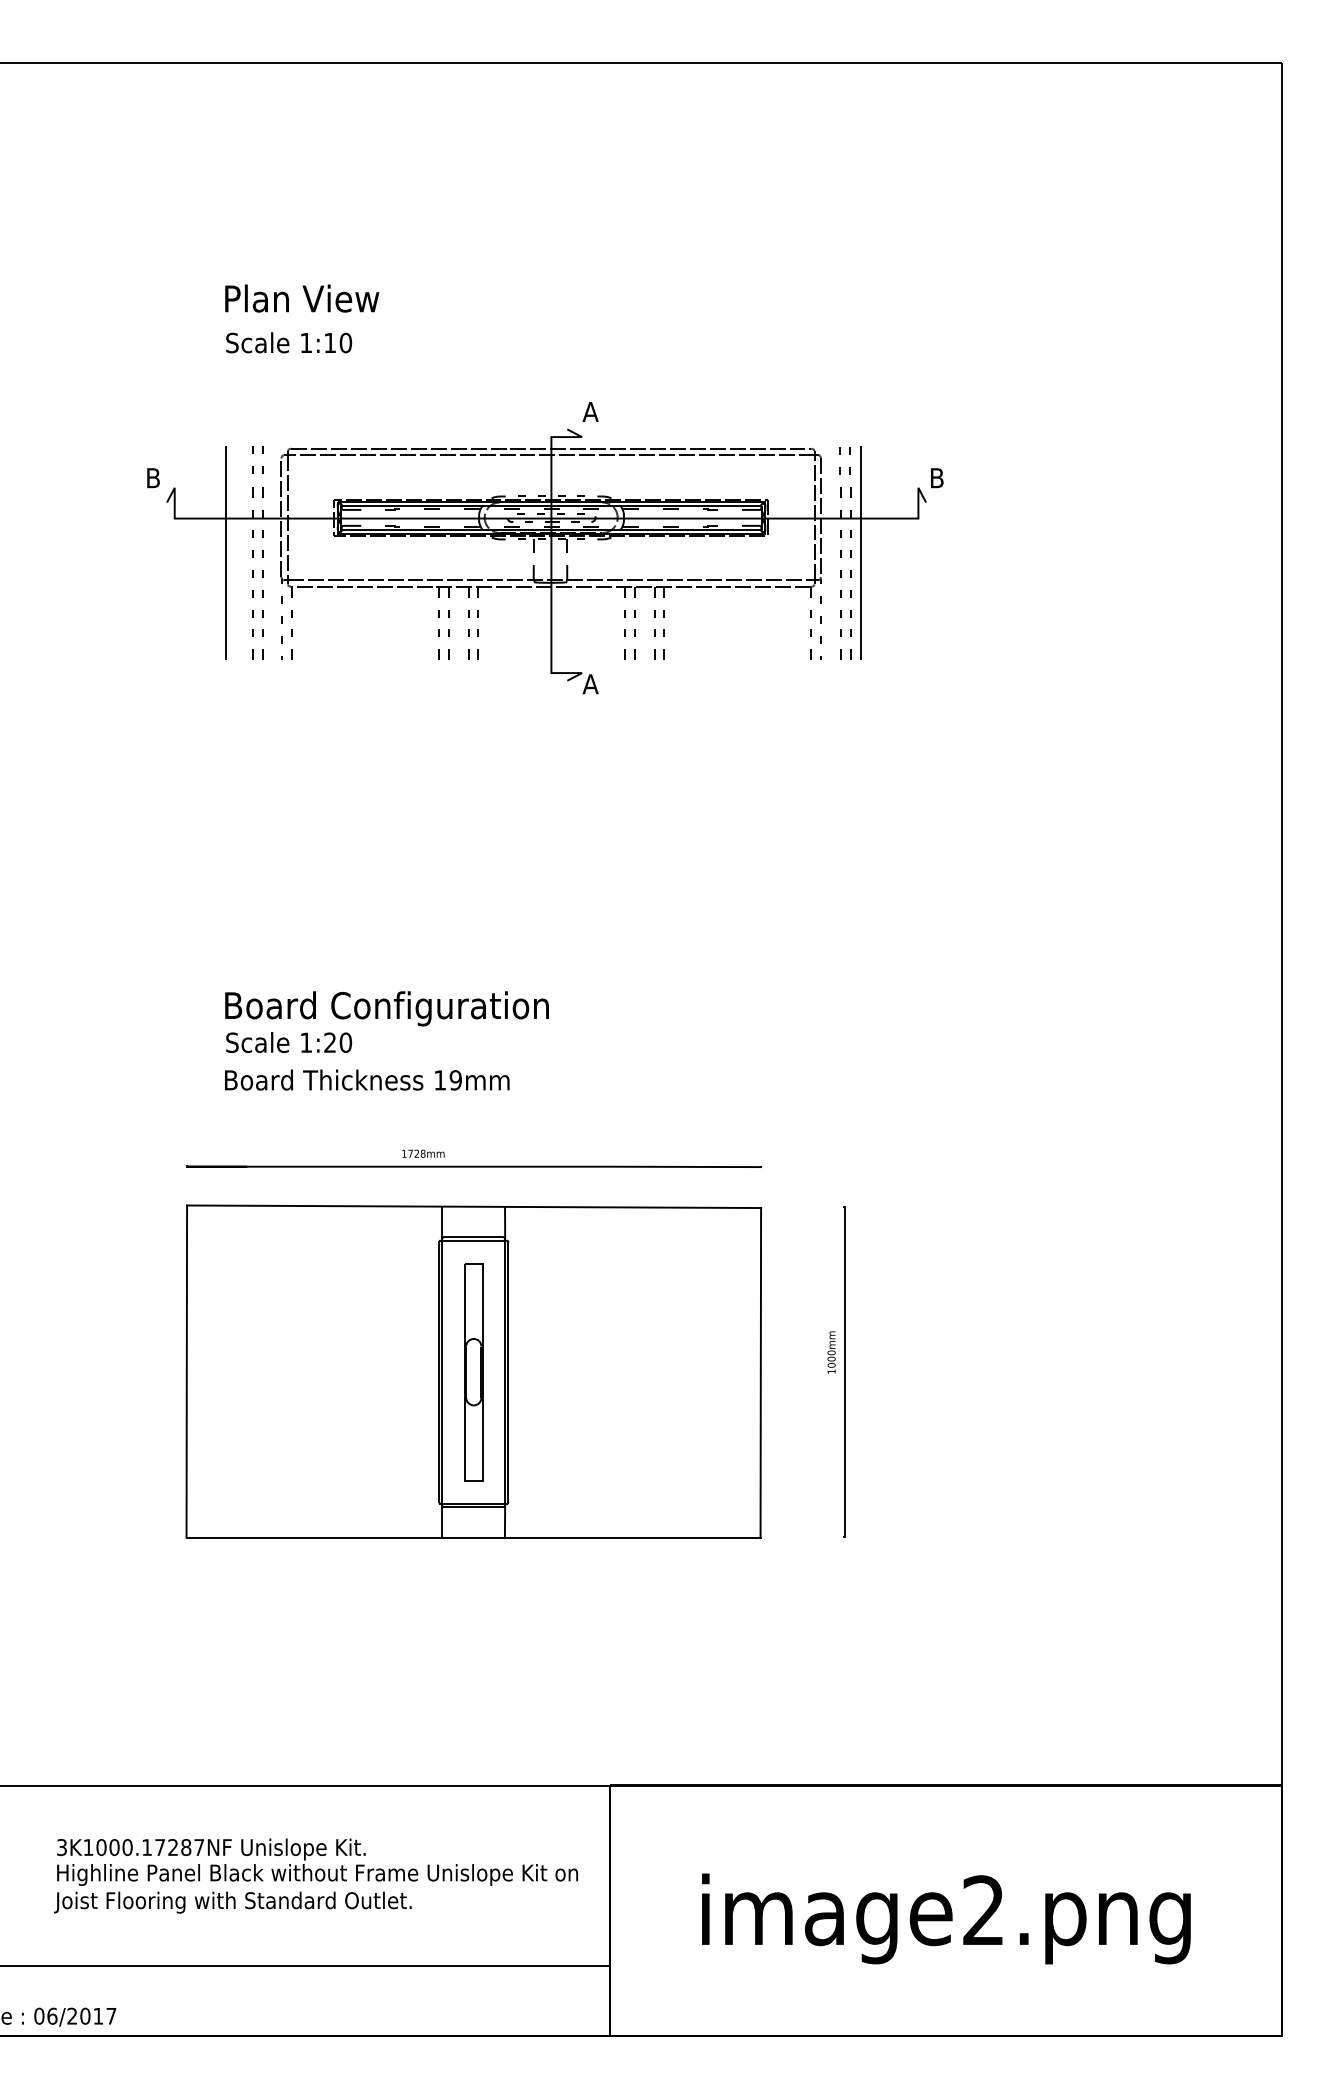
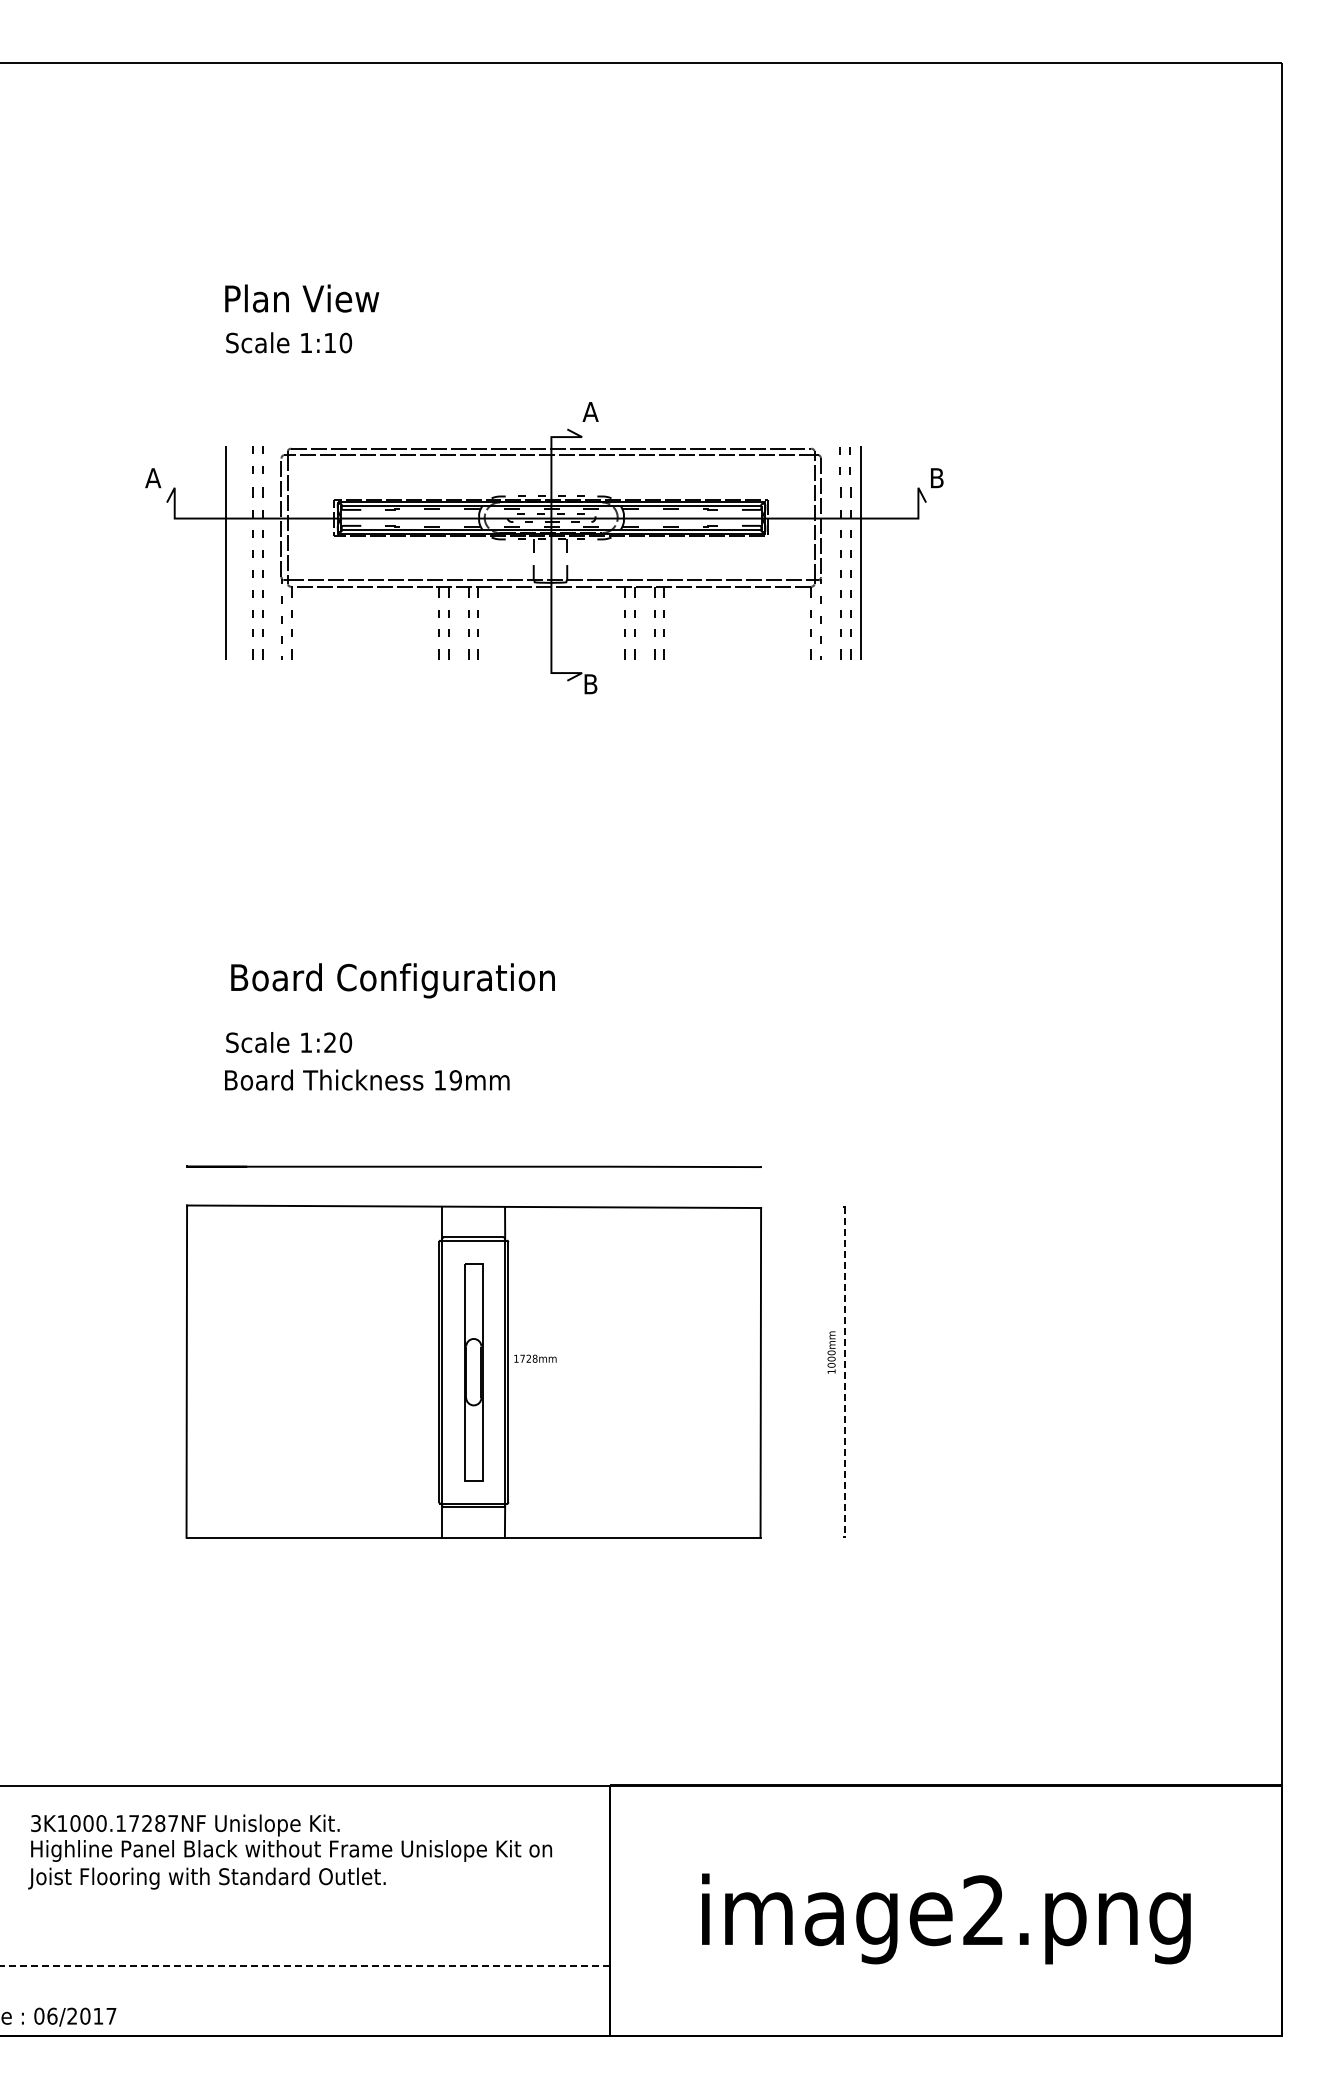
text at (153, 478): B -> A
text at (590, 684): A -> B
text at (386, 1008) position: (386, 1008) -> (392, 980)
text at (423, 1153) position: (423, 1153) -> (535, 1358)
line at (844, 1372): solid -> dashed
text at (315, 1875) position: (315, 1875) -> (289, 1851)
line at (305, 1965): solid -> dashed
